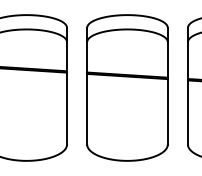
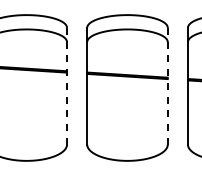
line at (67, 86): solid -> dashed
line at (167, 86): solid -> dashed
